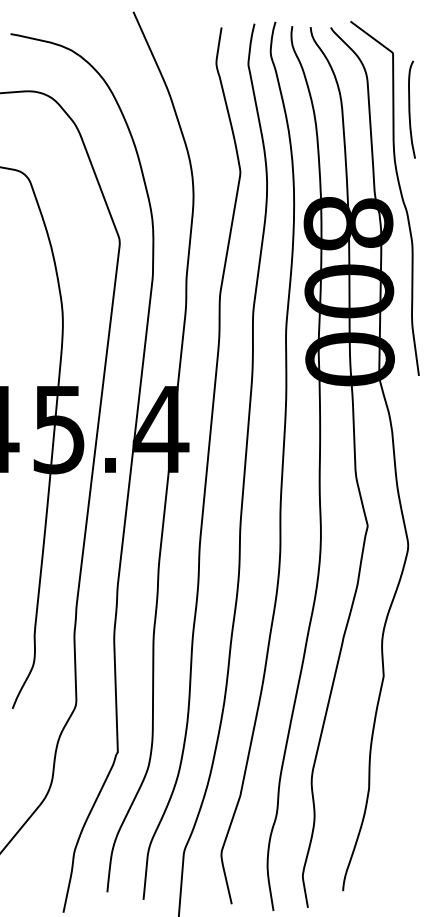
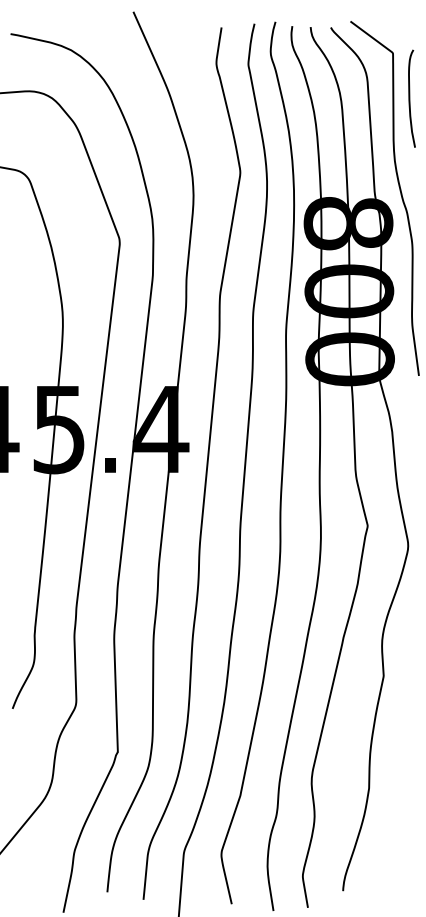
curve at (410, 109) position: (410, 109) -> (410, 98)
